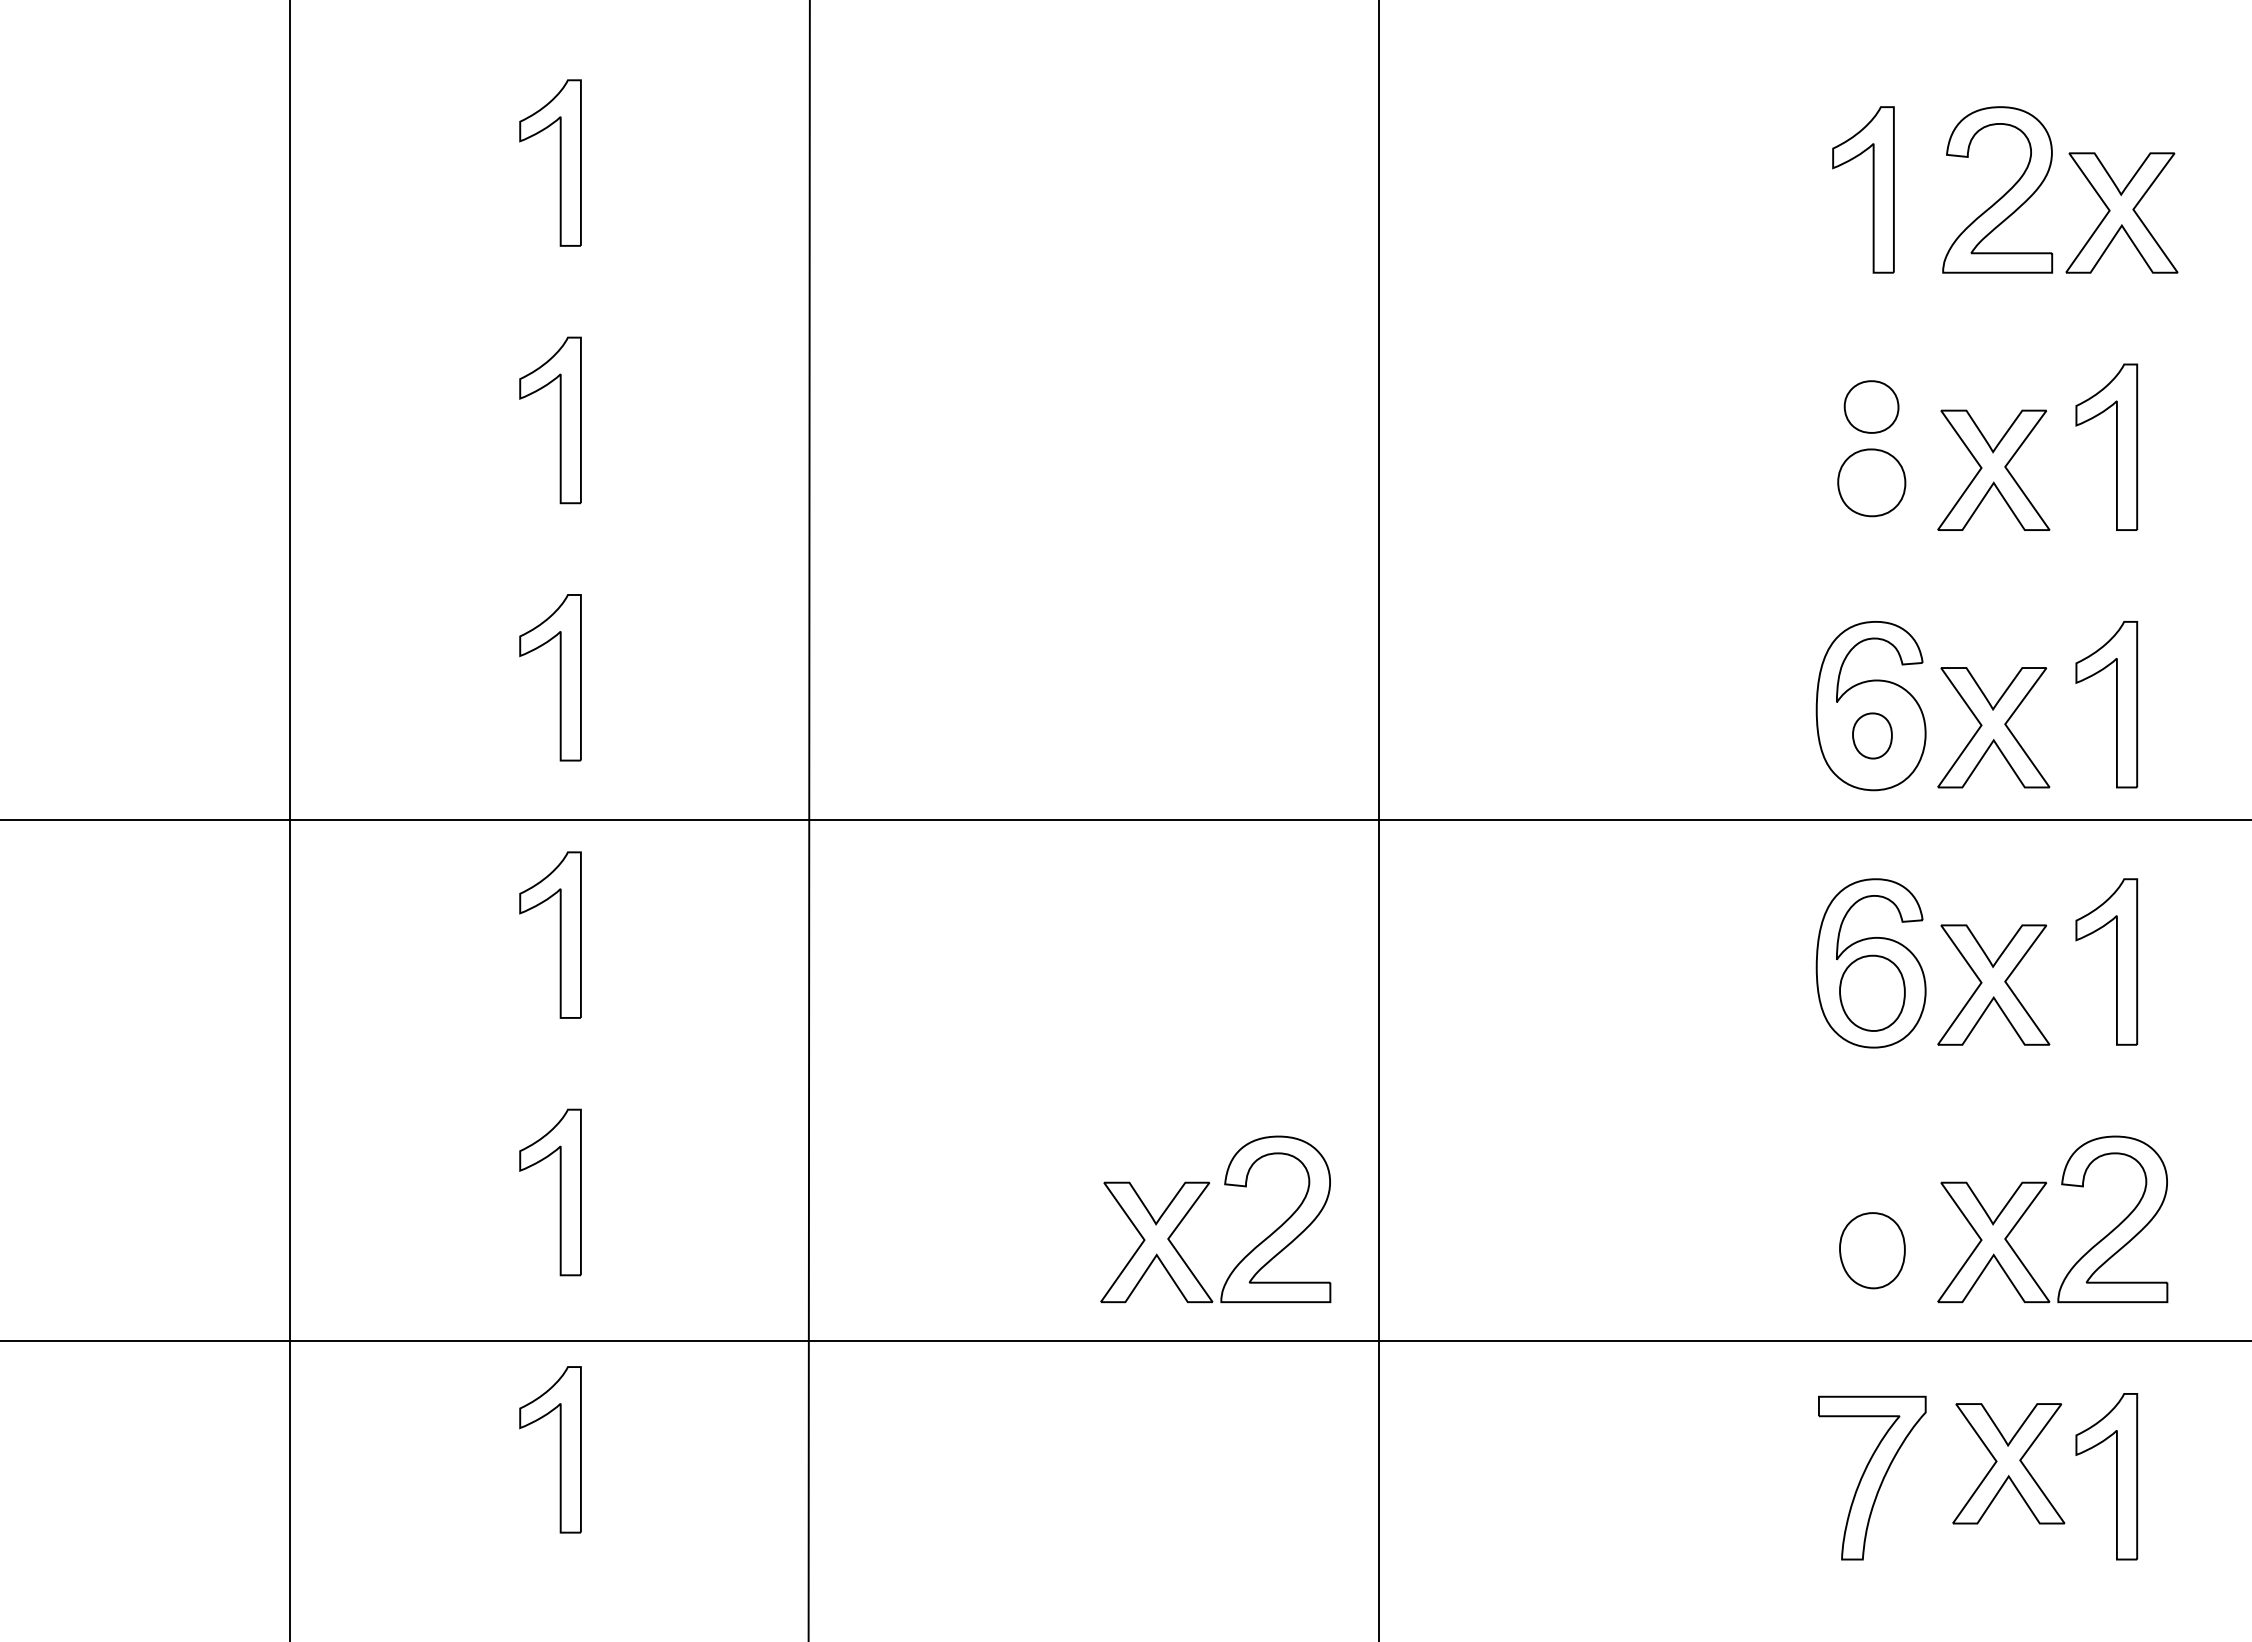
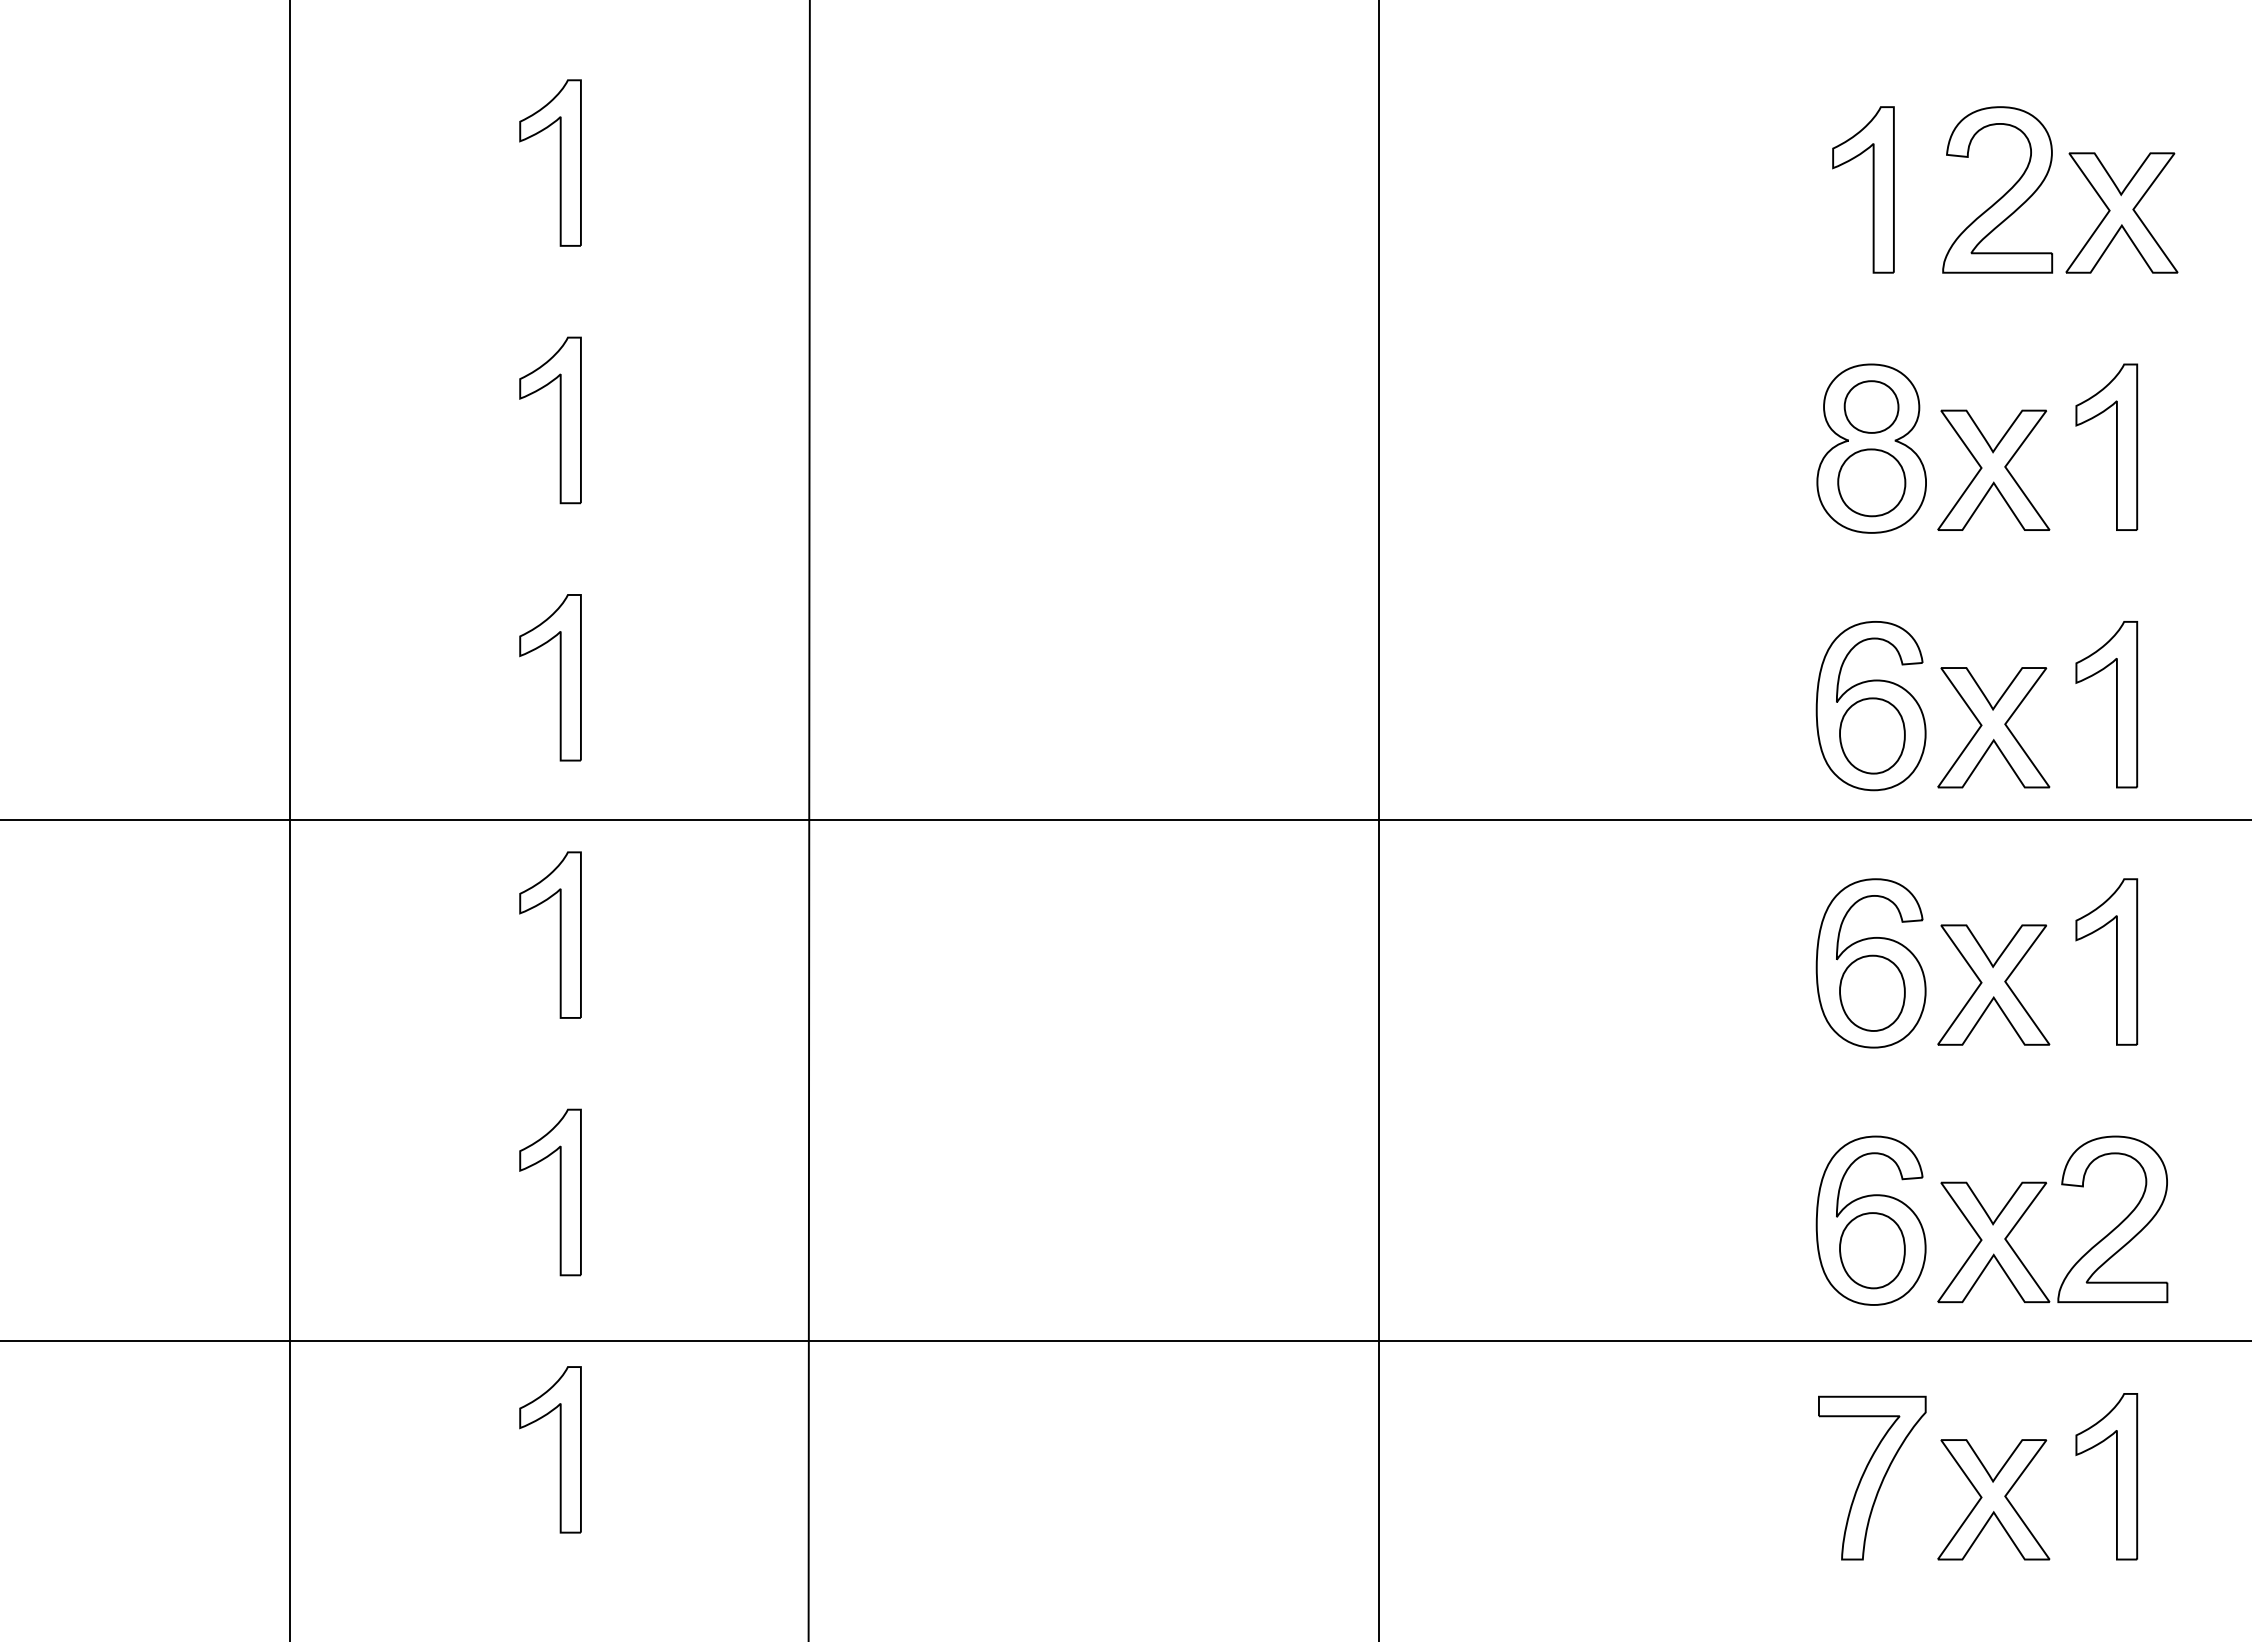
part at (1871, 448): none -> present
part at (1872, 735) size: 41x48 px -> 67x78 px
part at (1196, 1202): present -> none
part at (1870, 1220): none -> present
part at (2008, 1463) position: (2008, 1463) -> (1993, 1499)
